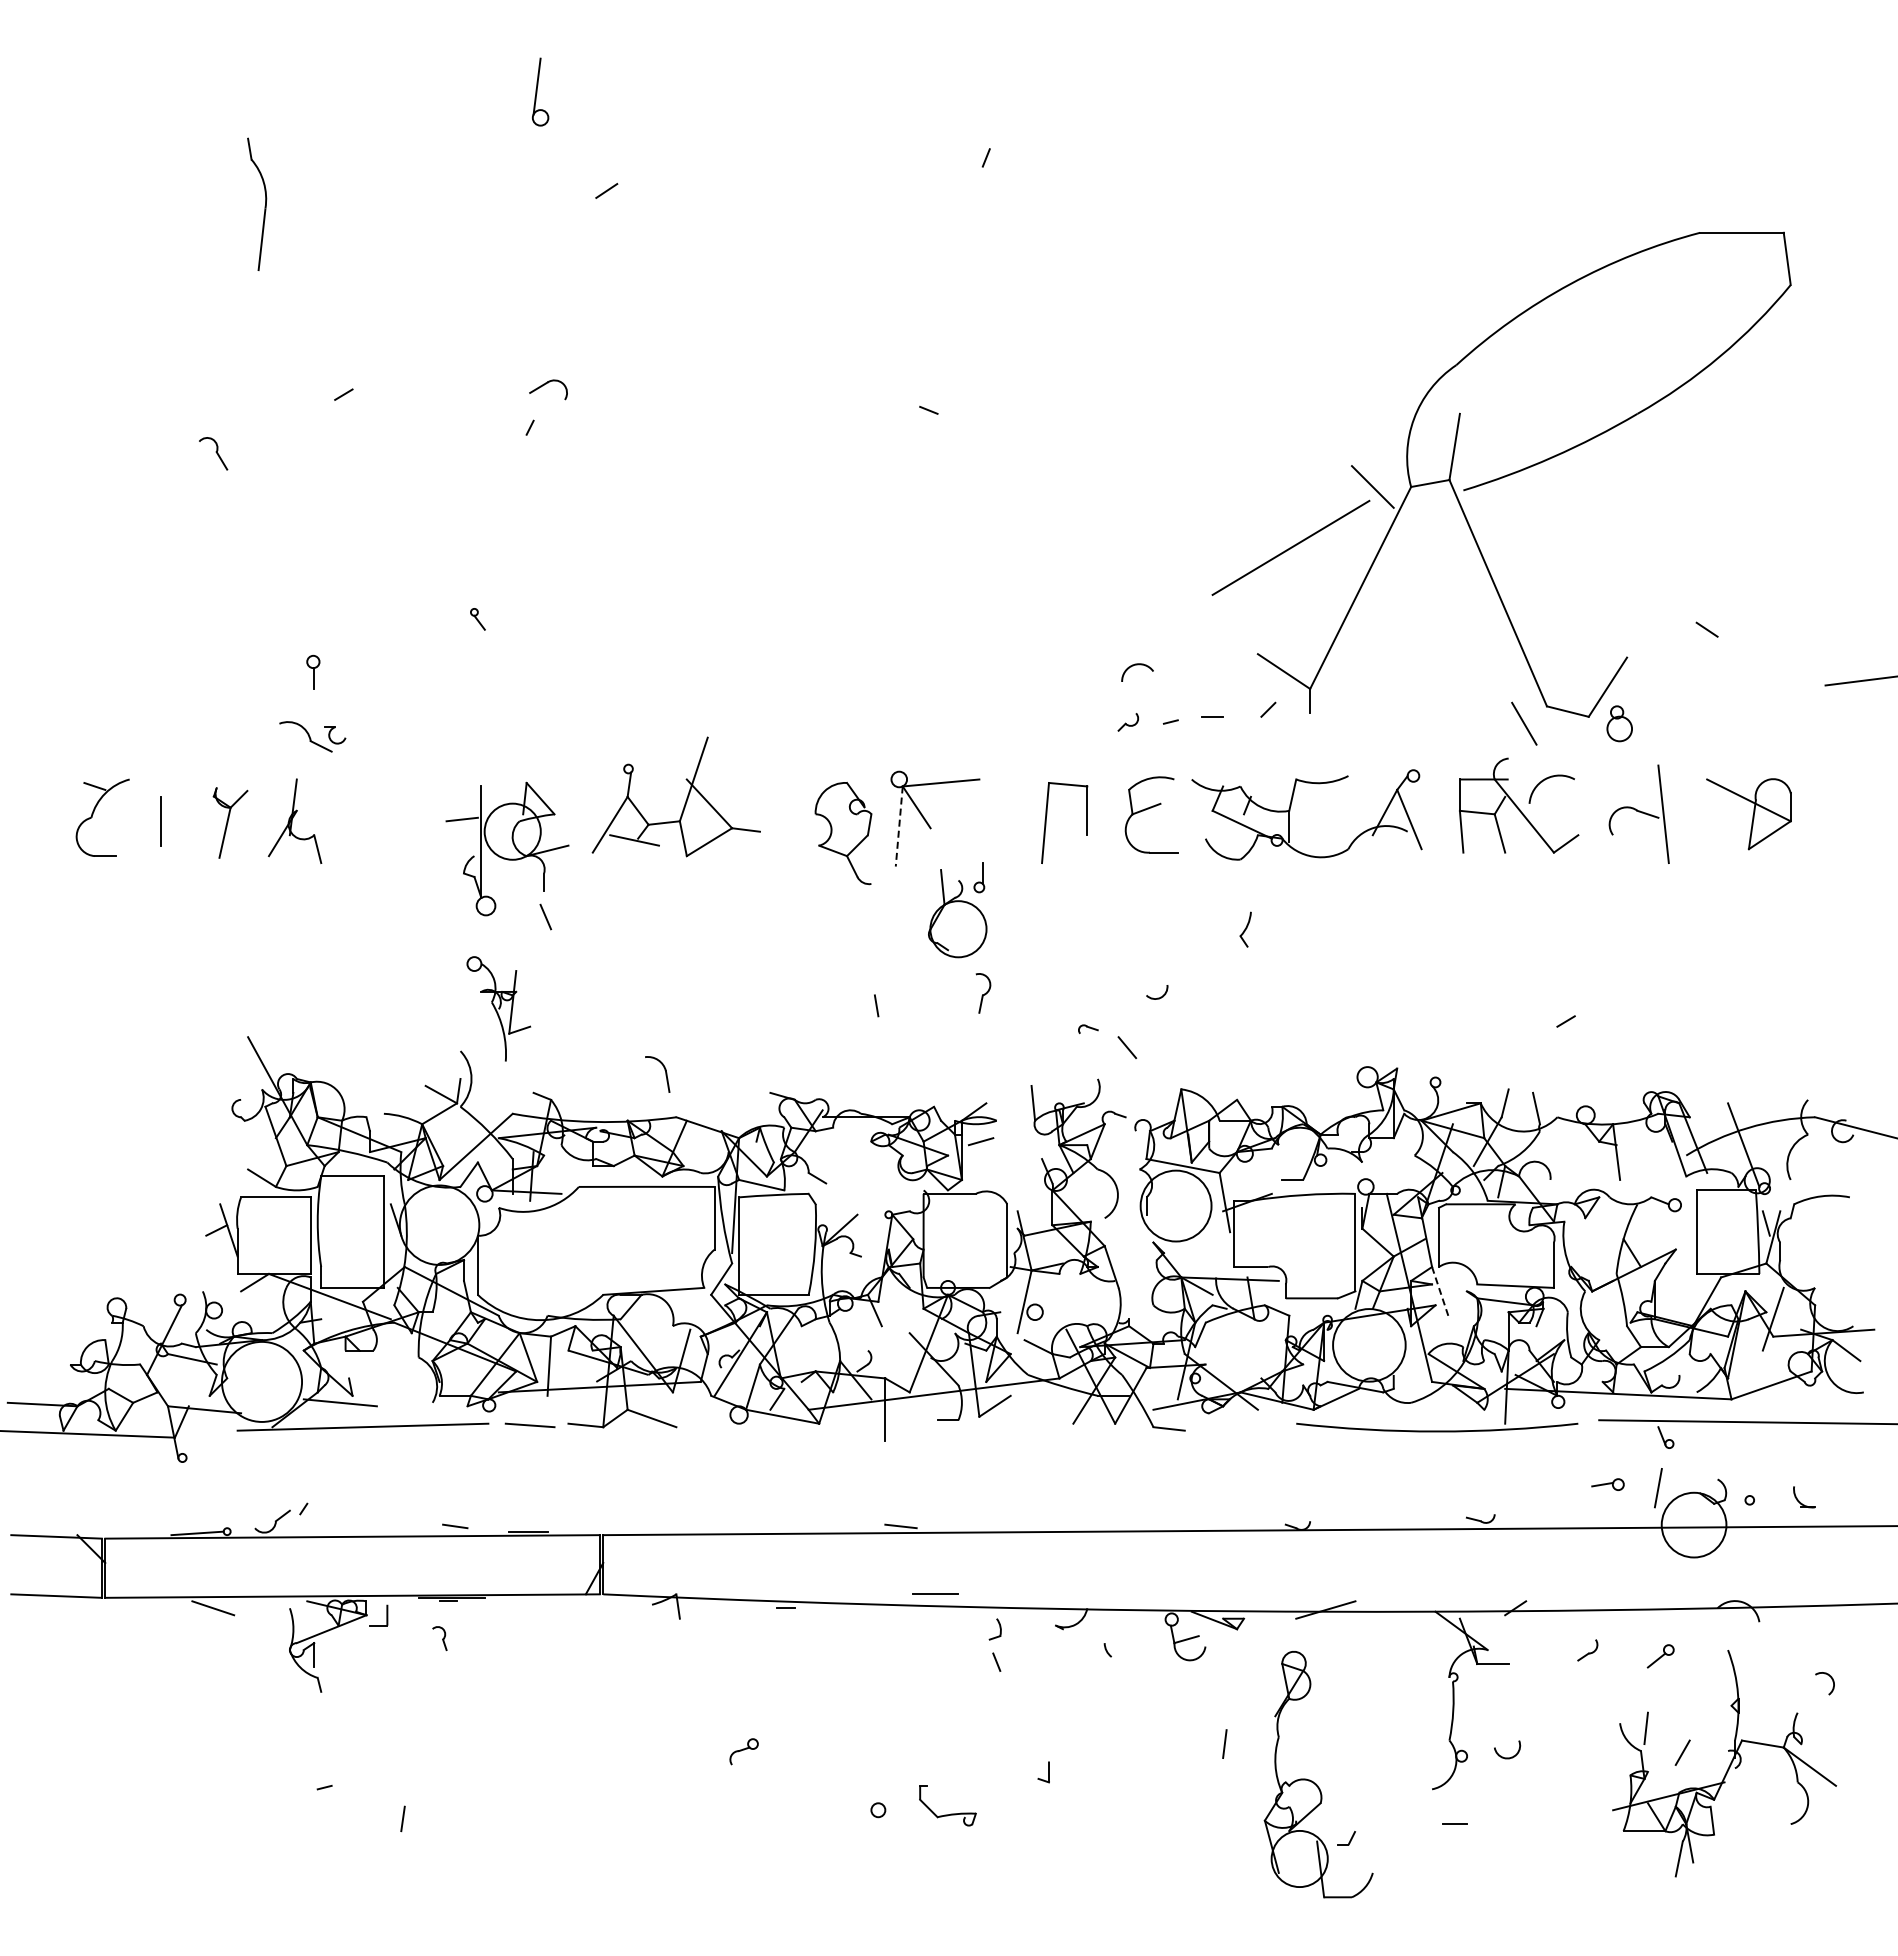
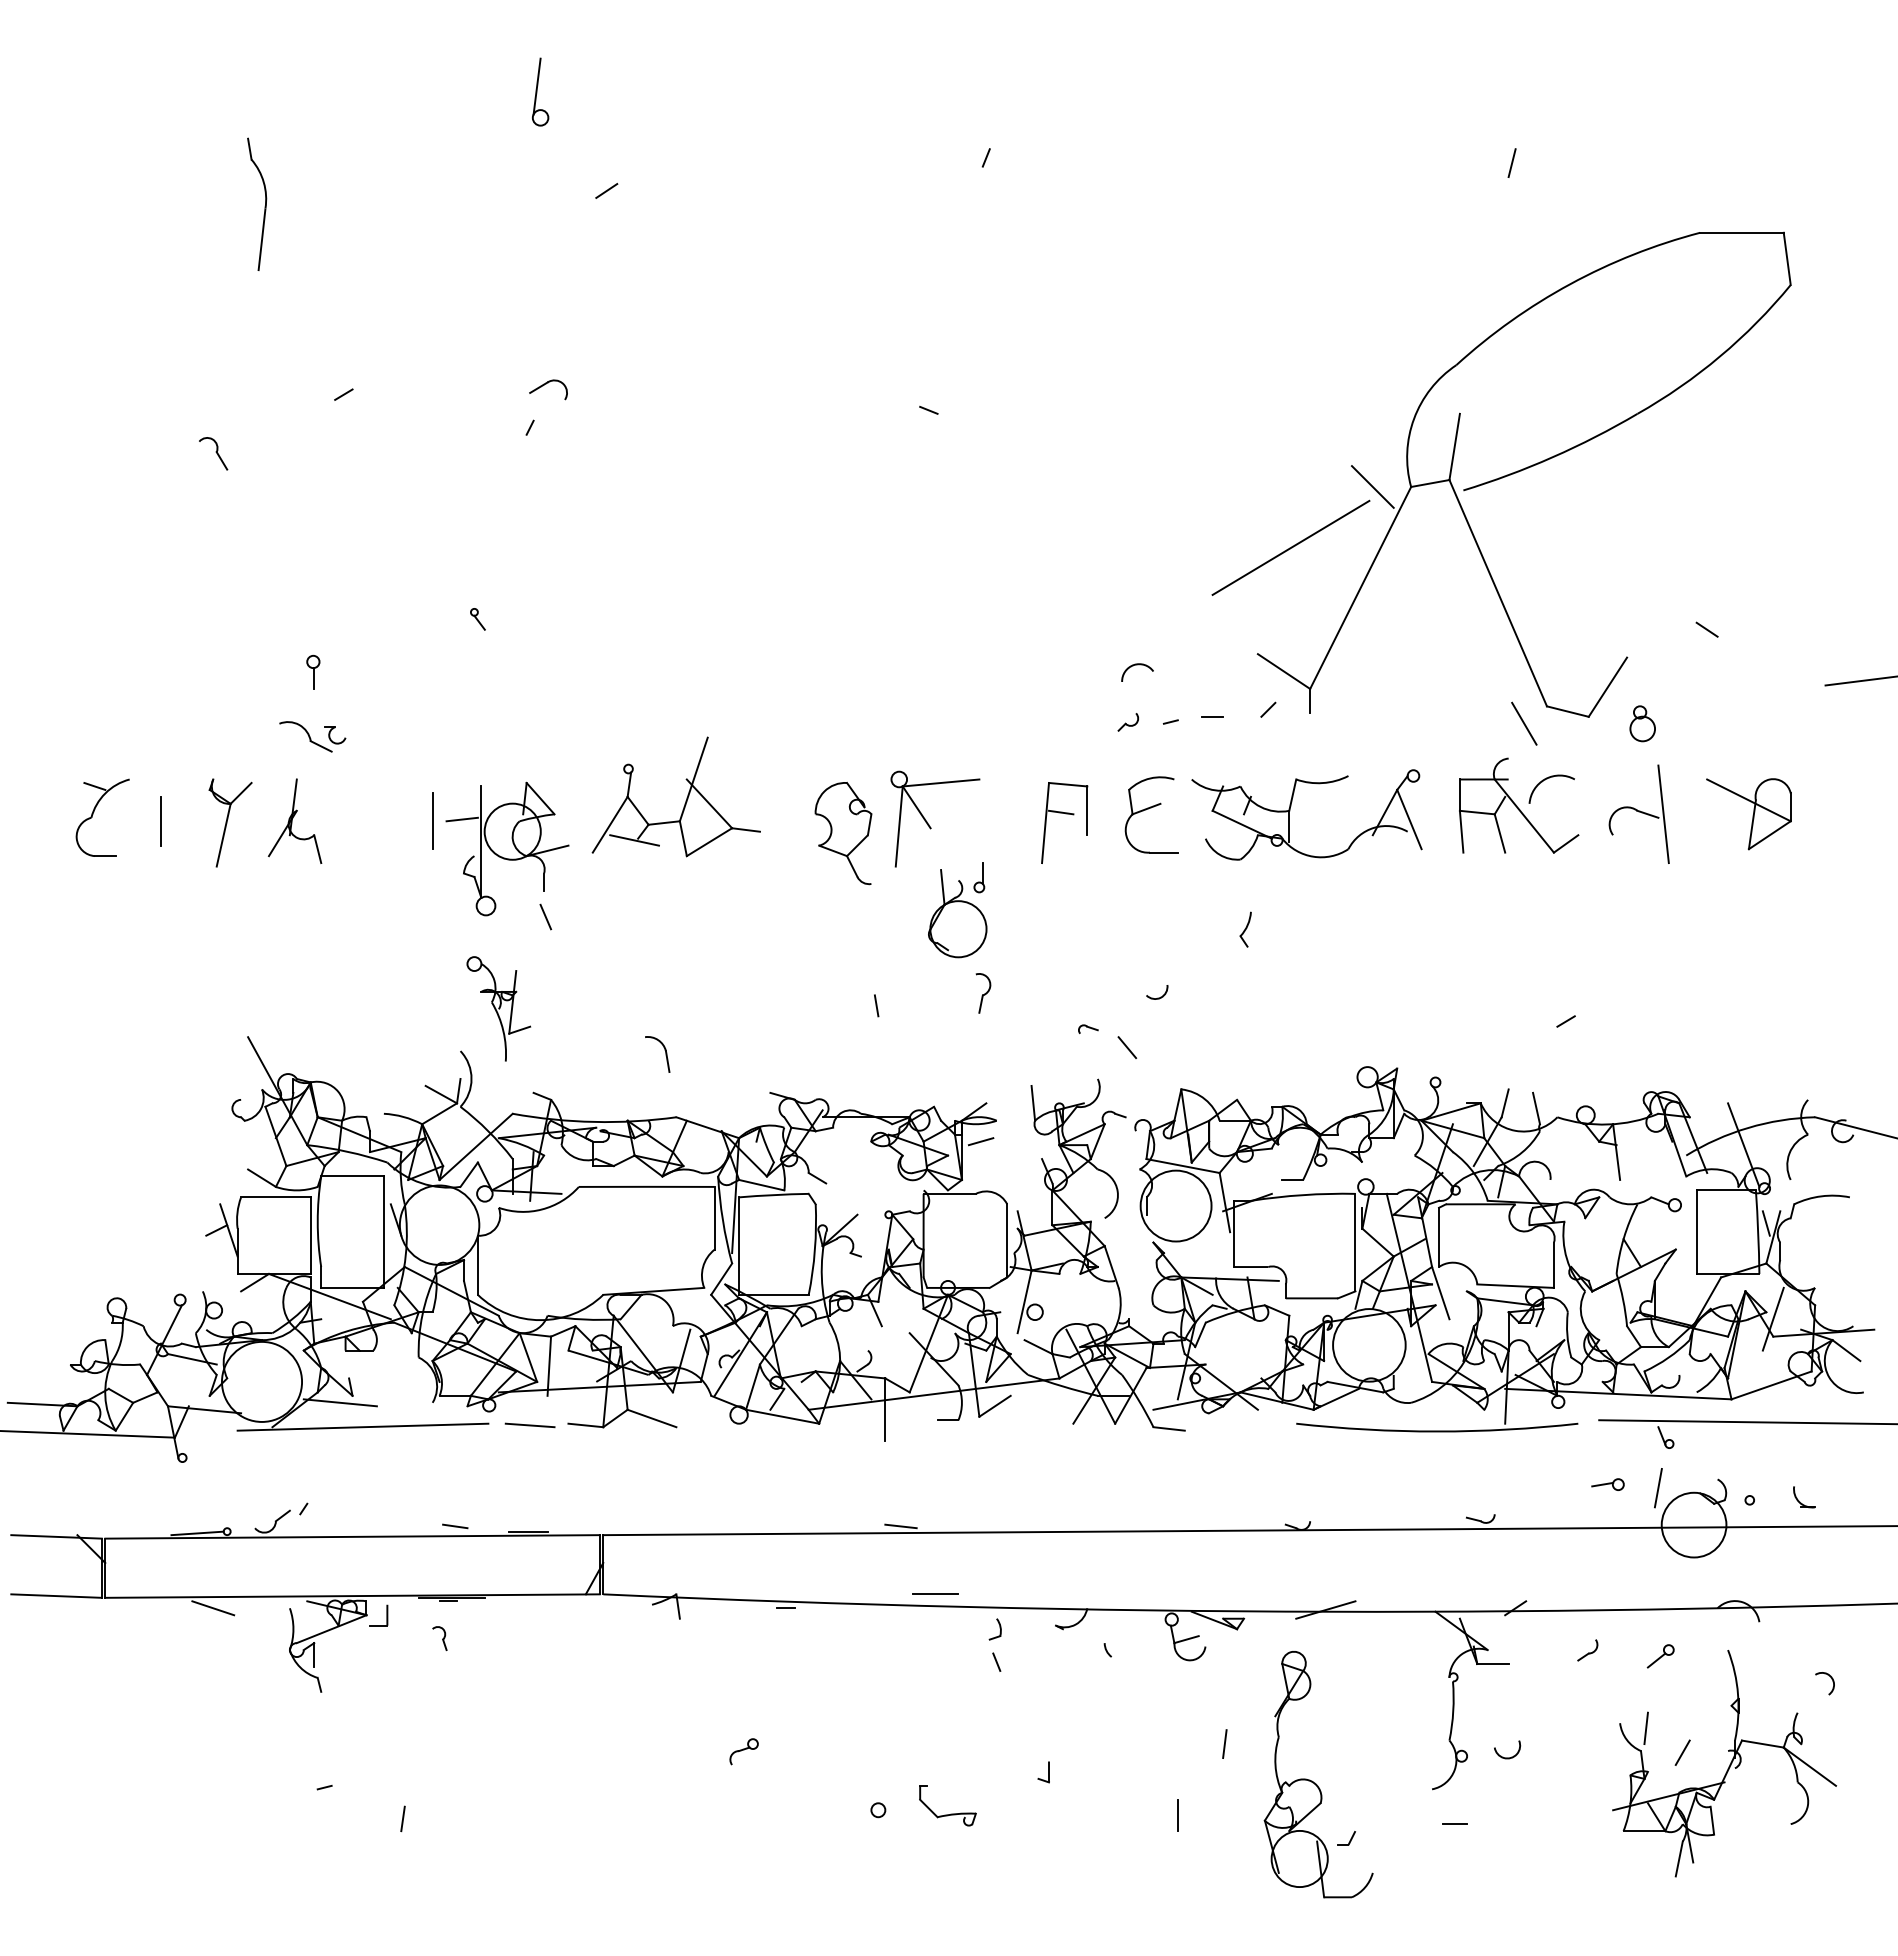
line at (1511, 163): none -> present
part at (1619, 723) position: (1619, 723) -> (1642, 723)
line at (1061, 812): none -> present
line at (432, 821): none -> present
part at (230, 822) size: 37x72 px -> 45x90 px
line at (899, 827): dashed -> solid
part at (665, 1074) position: (665, 1074) -> (665, 1054)
line at (1440, 1293): dashed -> solid
line at (1177, 1815): none -> present
